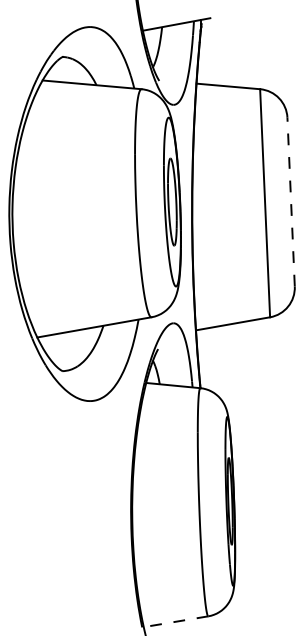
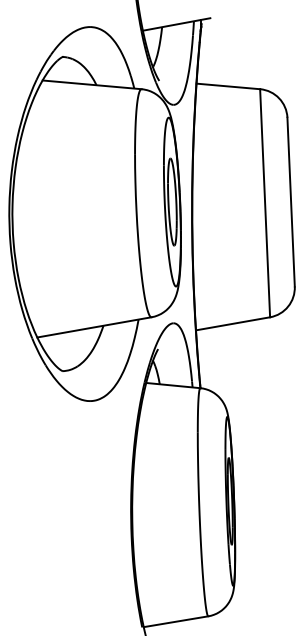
line at (291, 201): dashed -> solid
line at (176, 621): dashed -> solid
